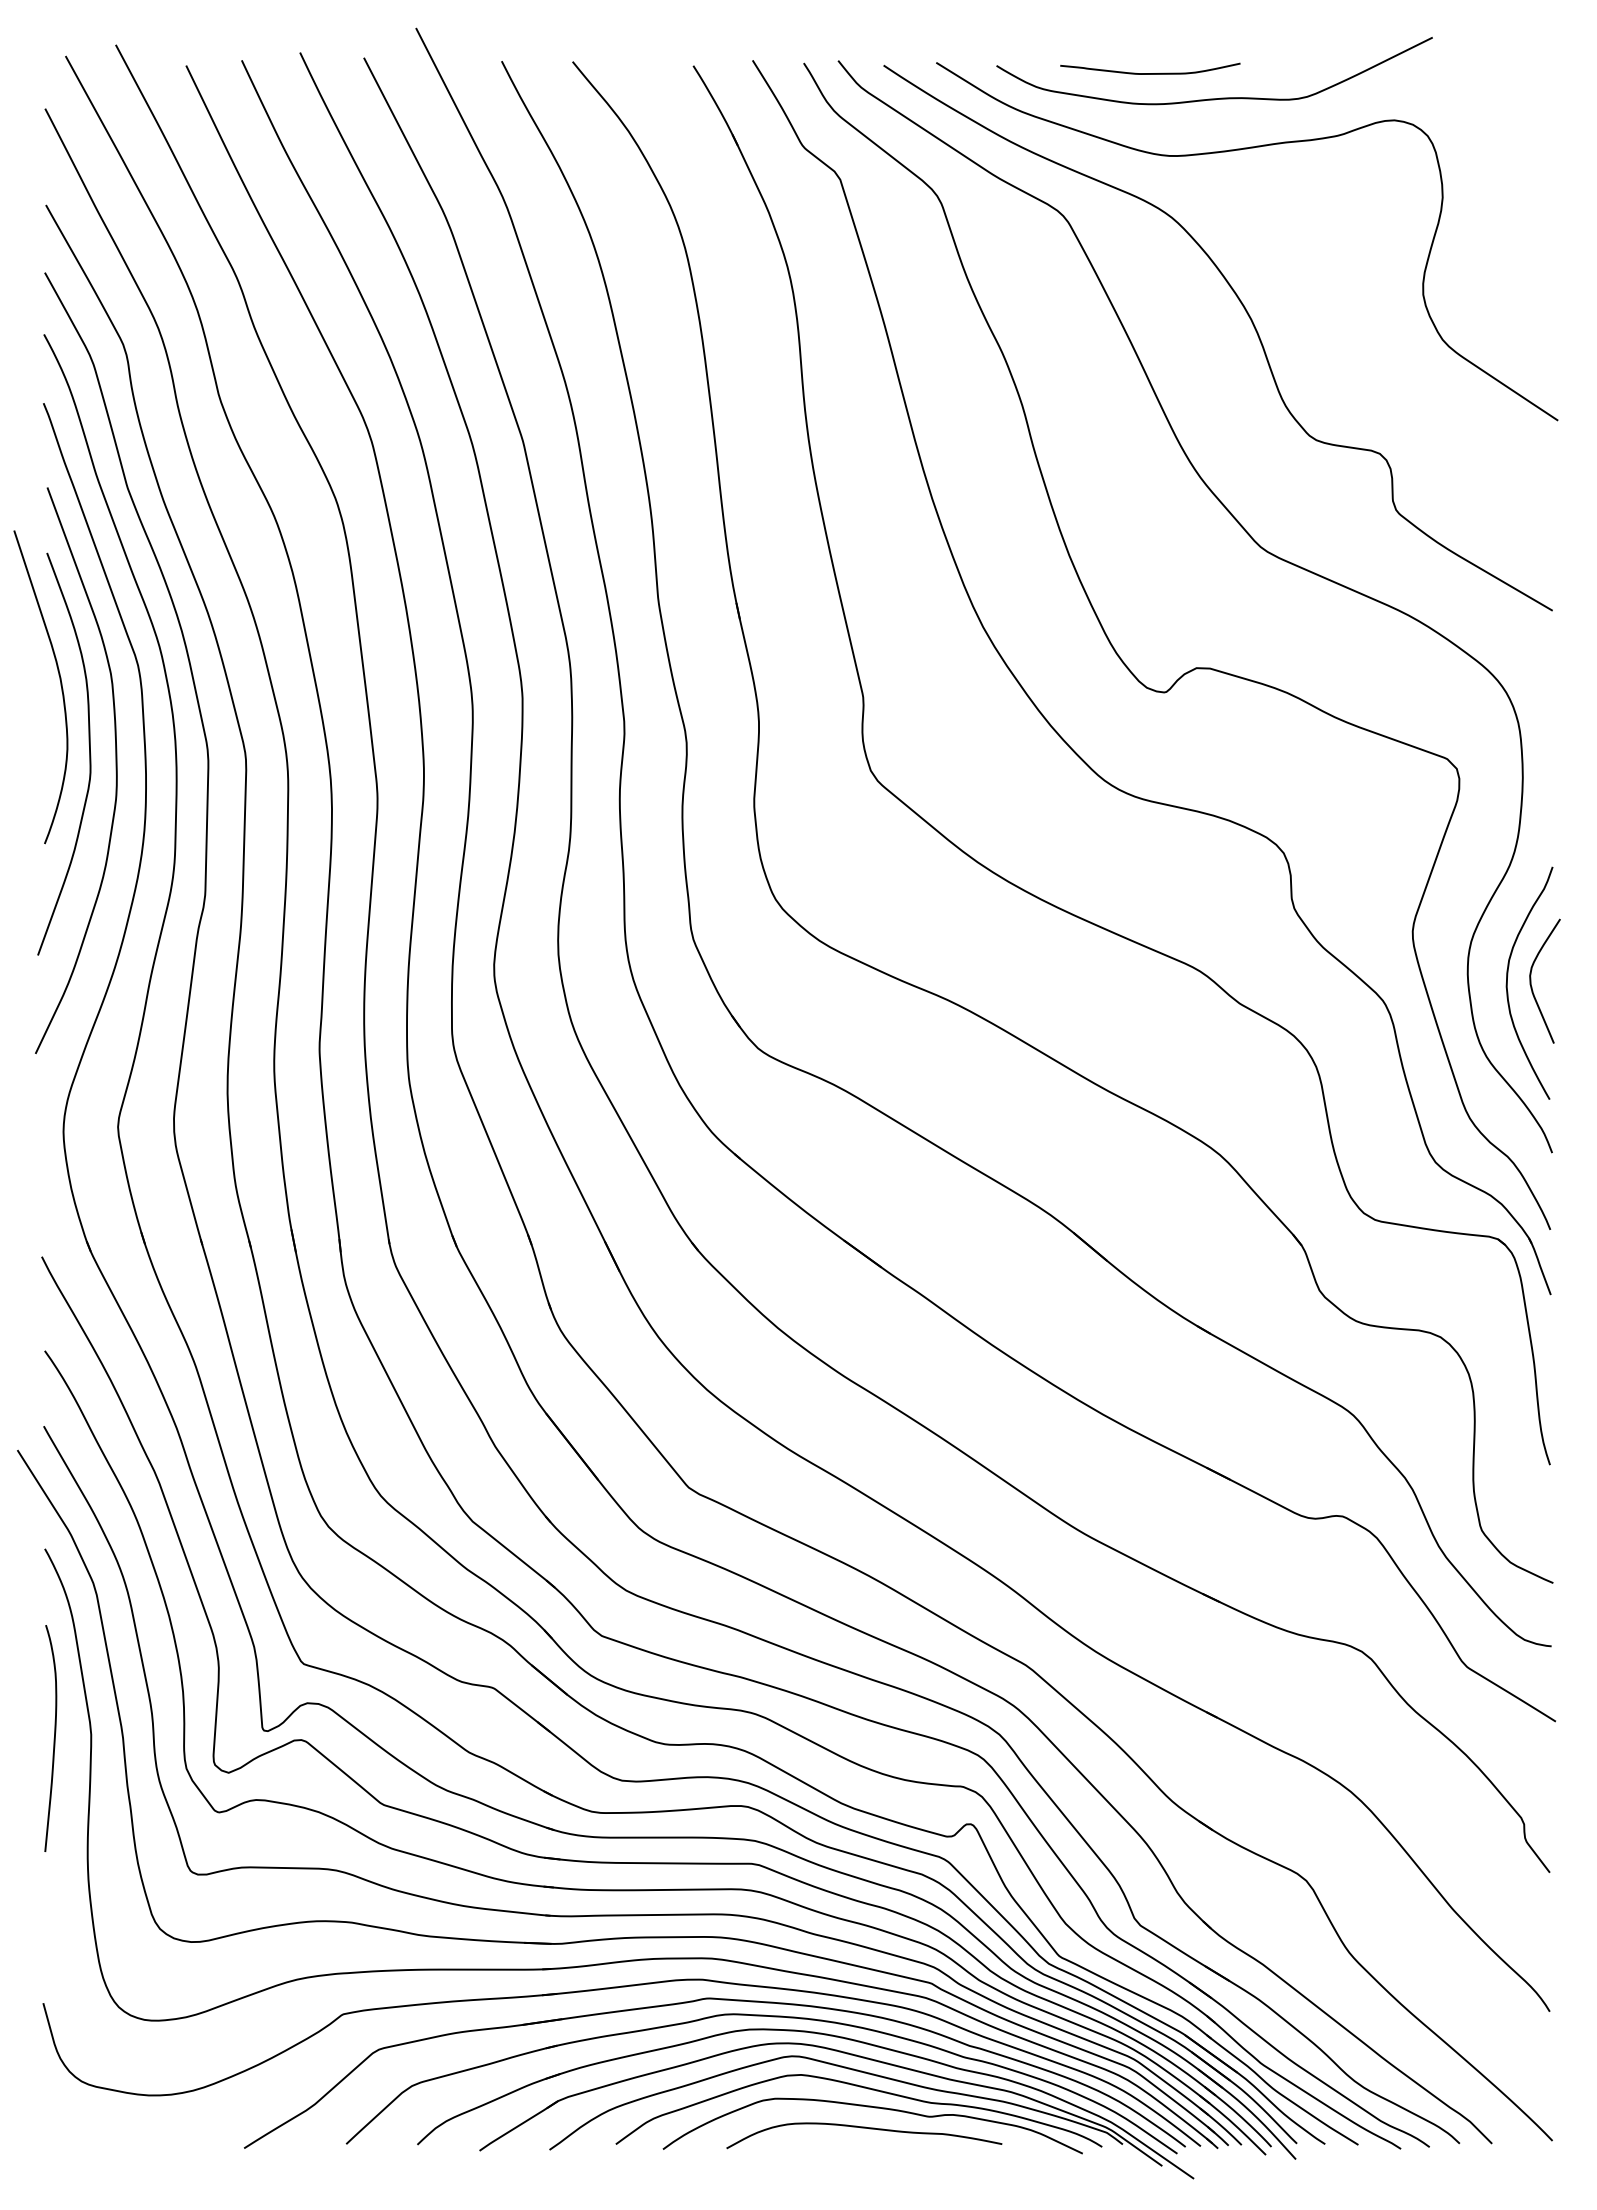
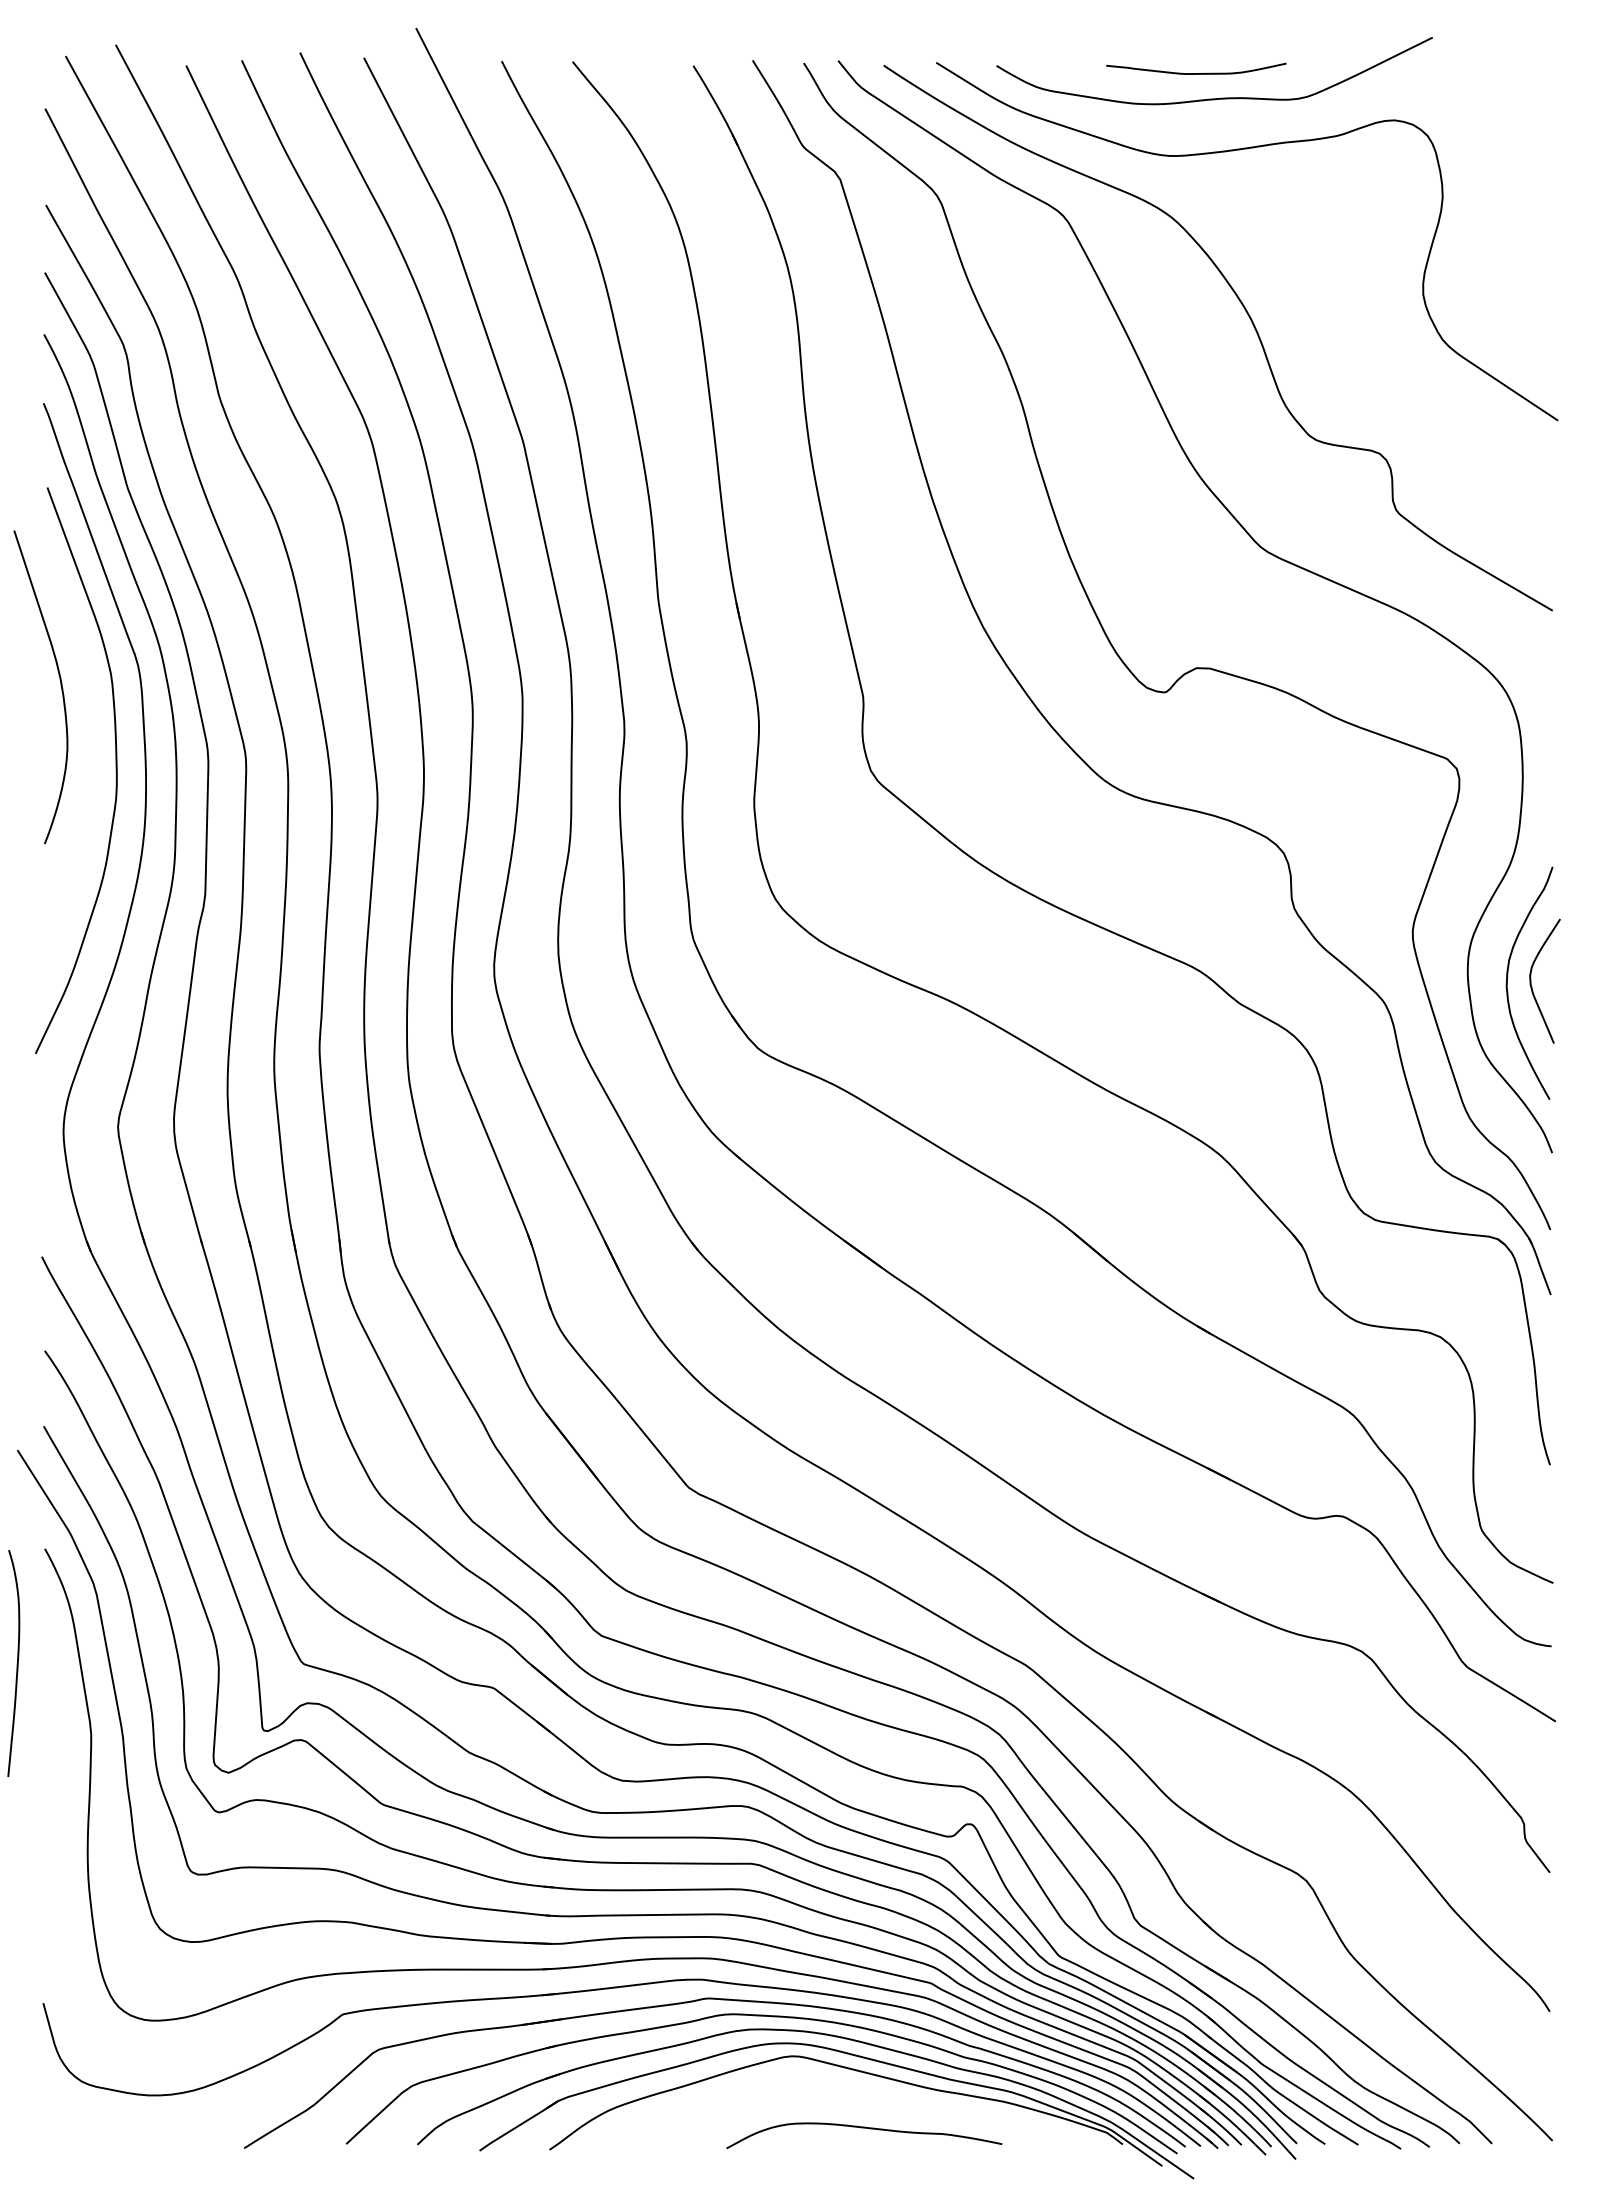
curve at (1150, 73) position: (1150, 73) -> (1196, 73)
curve at (89, 753): present -> none
curve at (53, 1738) position: (53, 1738) -> (16, 1663)
part at (859, 2106): present -> none
